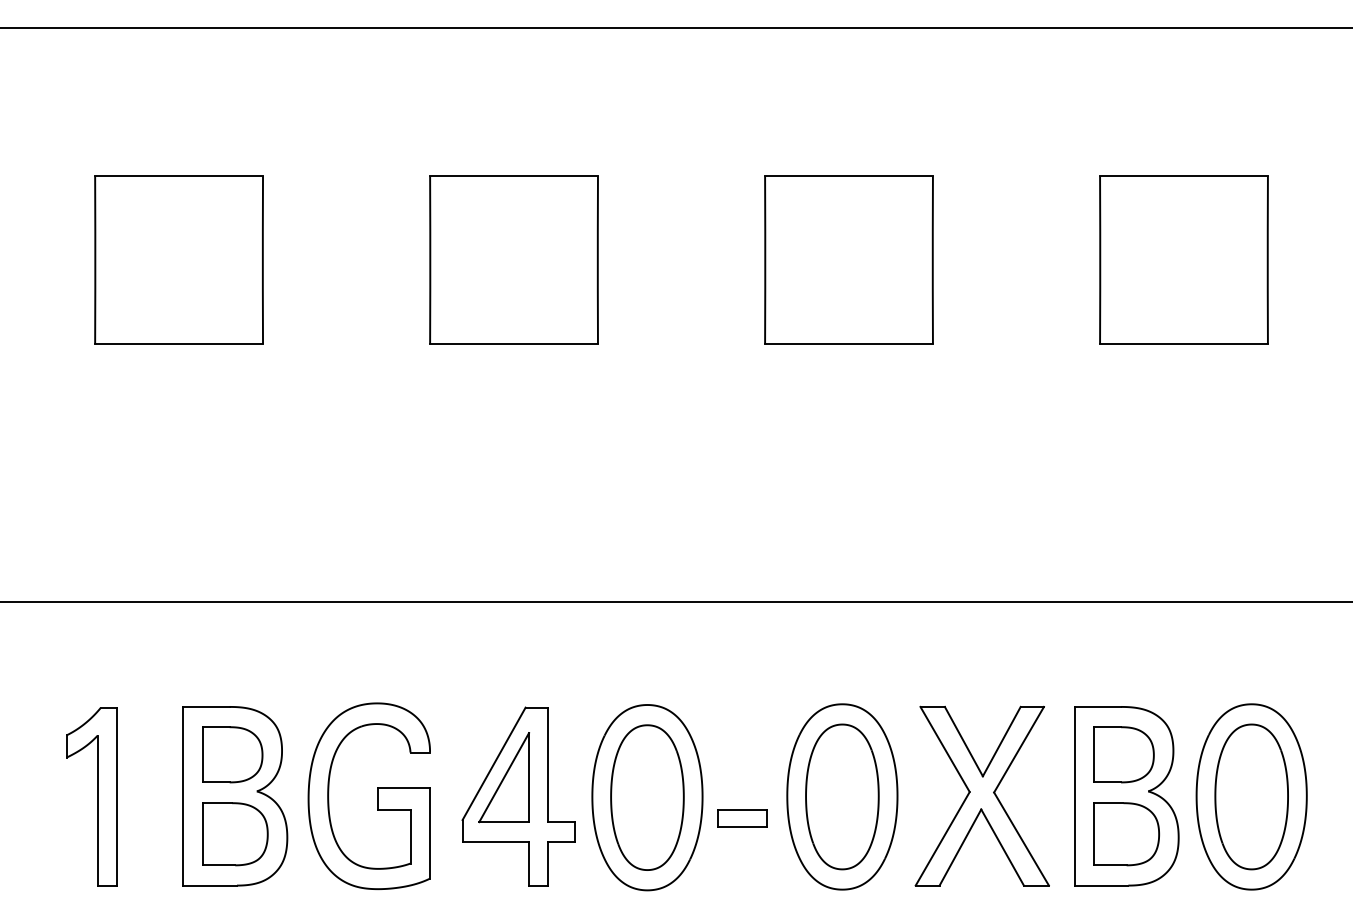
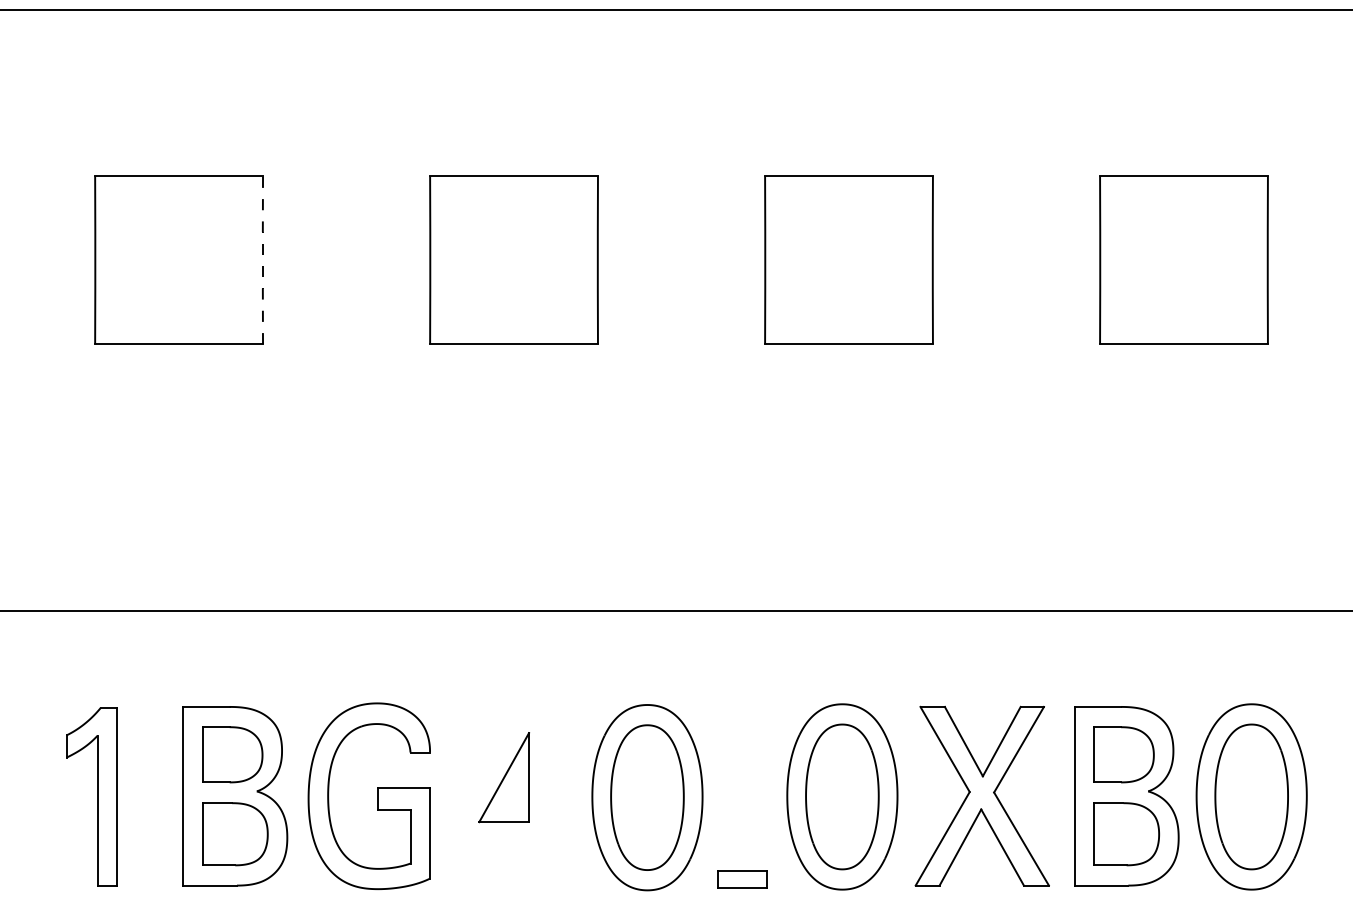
line at (675, 27) position: (675, 27) -> (675, 9)
line at (262, 259): solid -> dashed
line at (675, 601) position: (675, 601) -> (675, 610)
part at (518, 796): present -> none
part at (742, 818) position: (742, 818) -> (742, 879)
